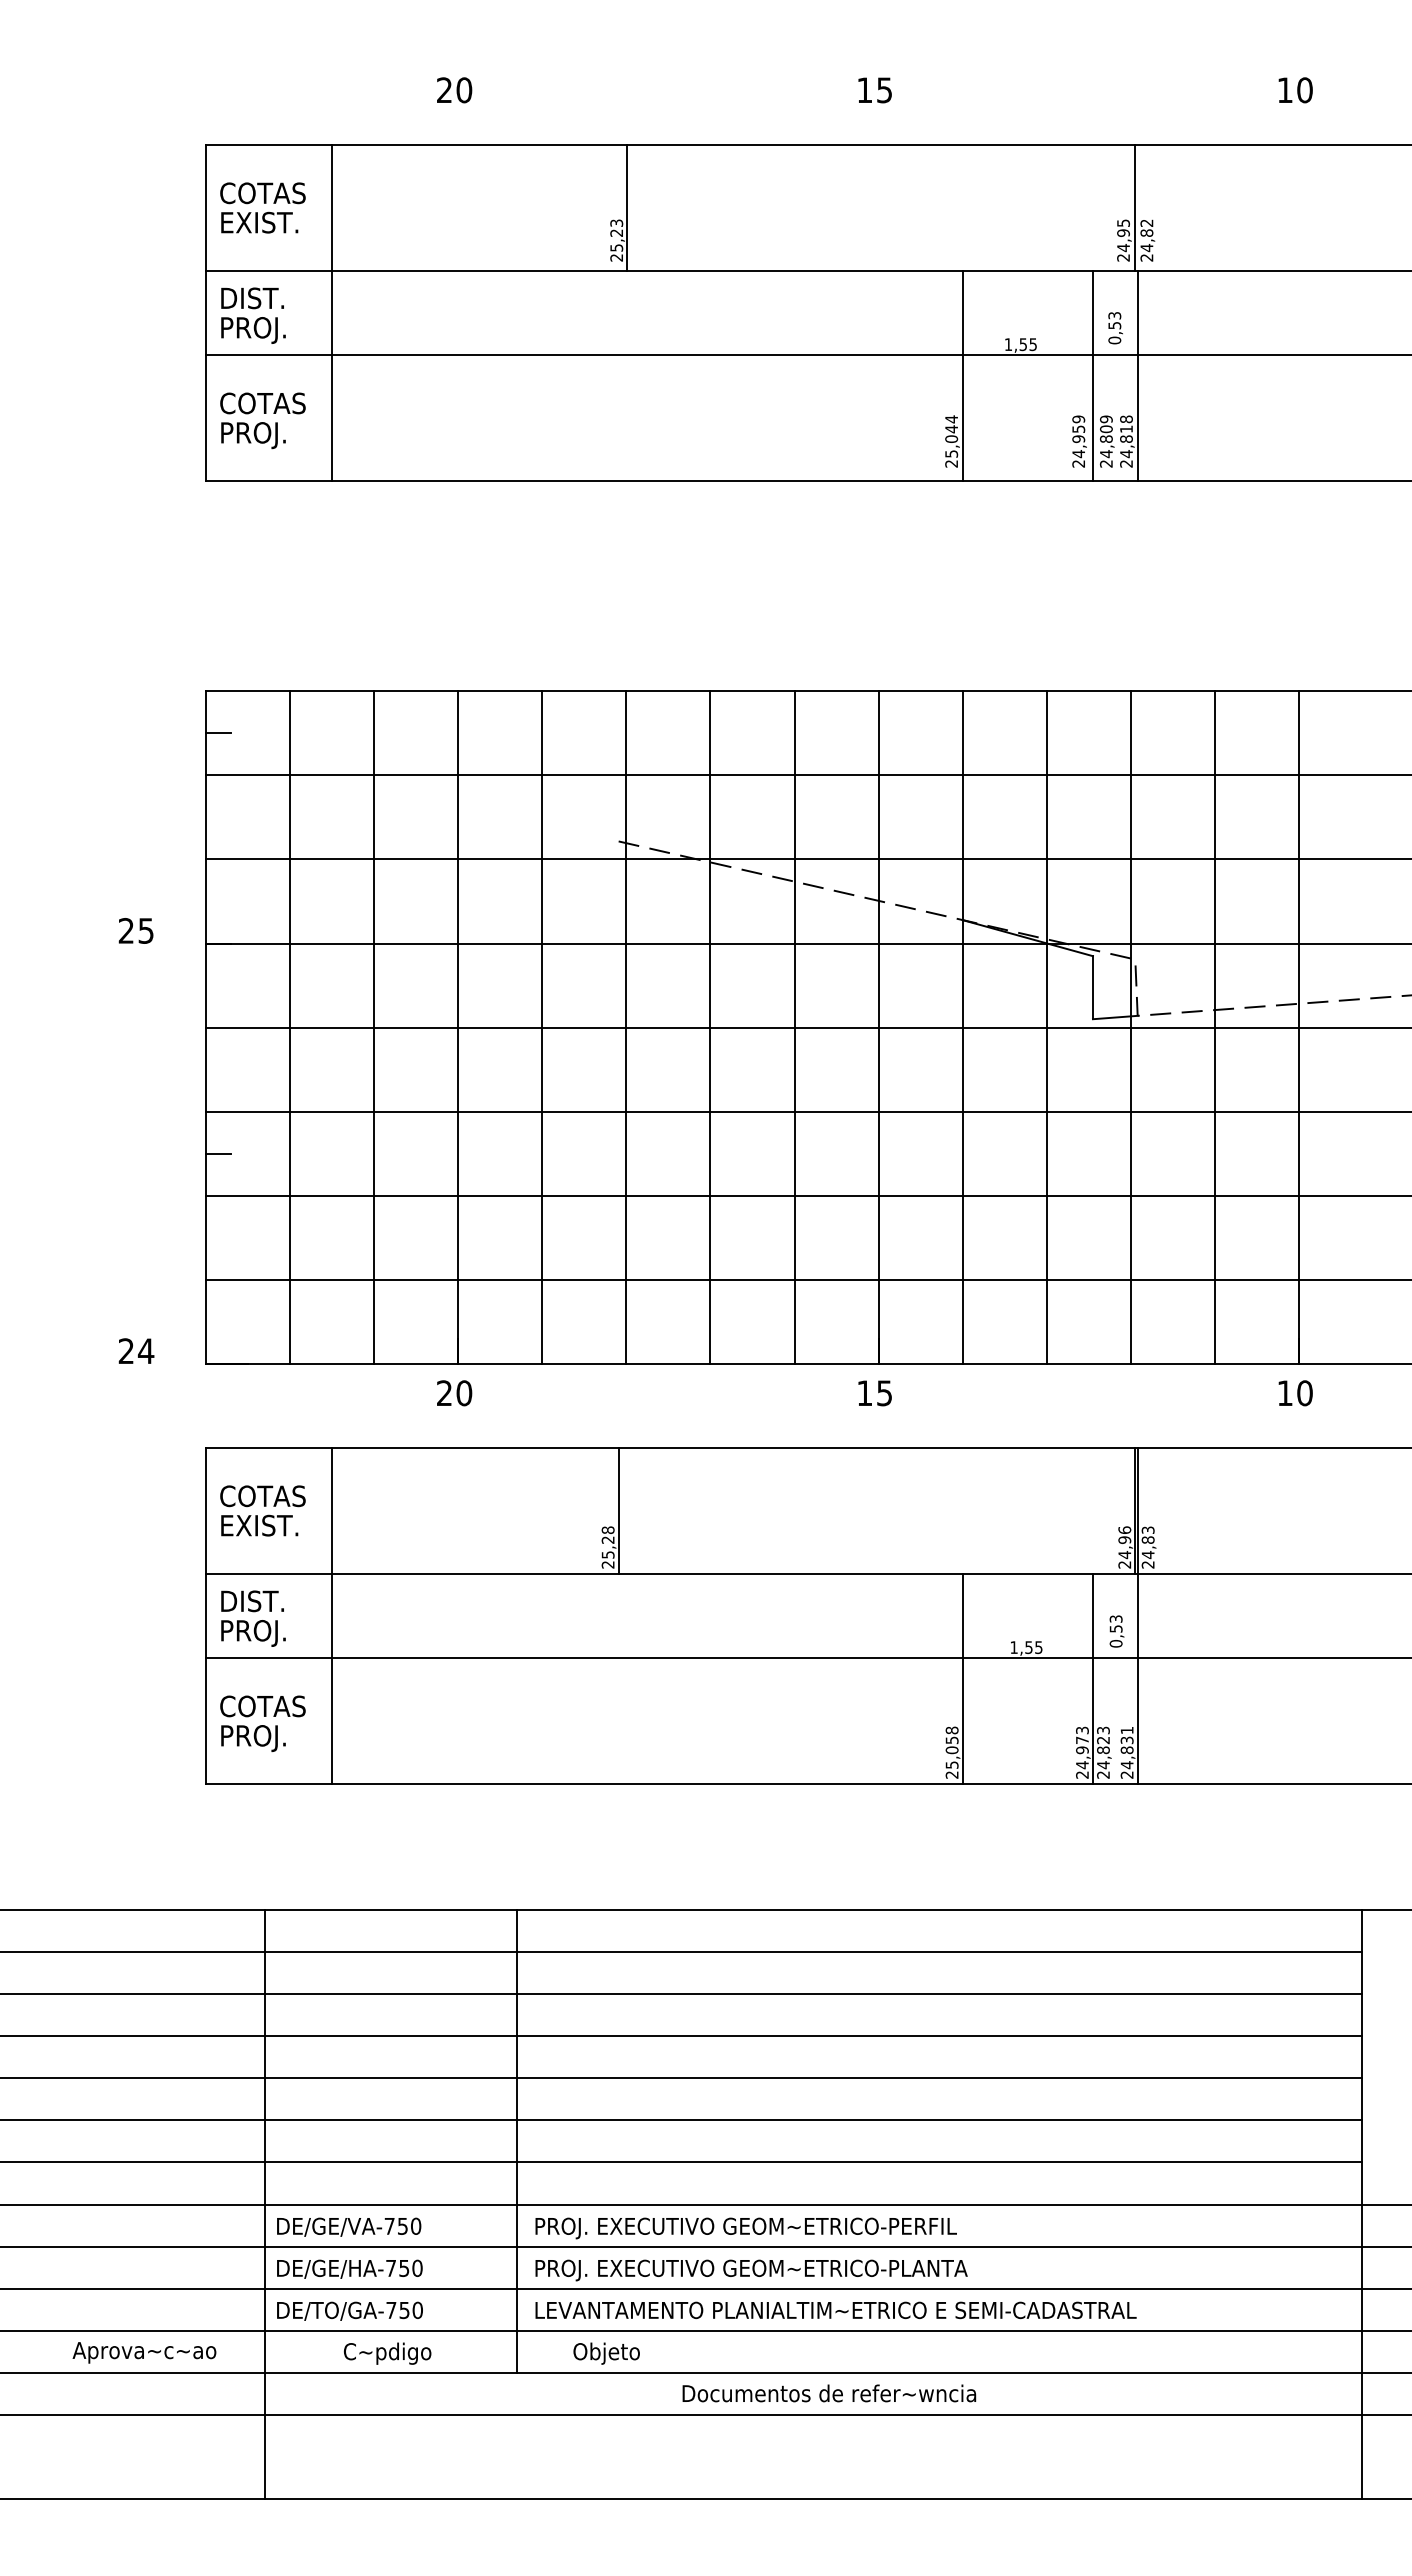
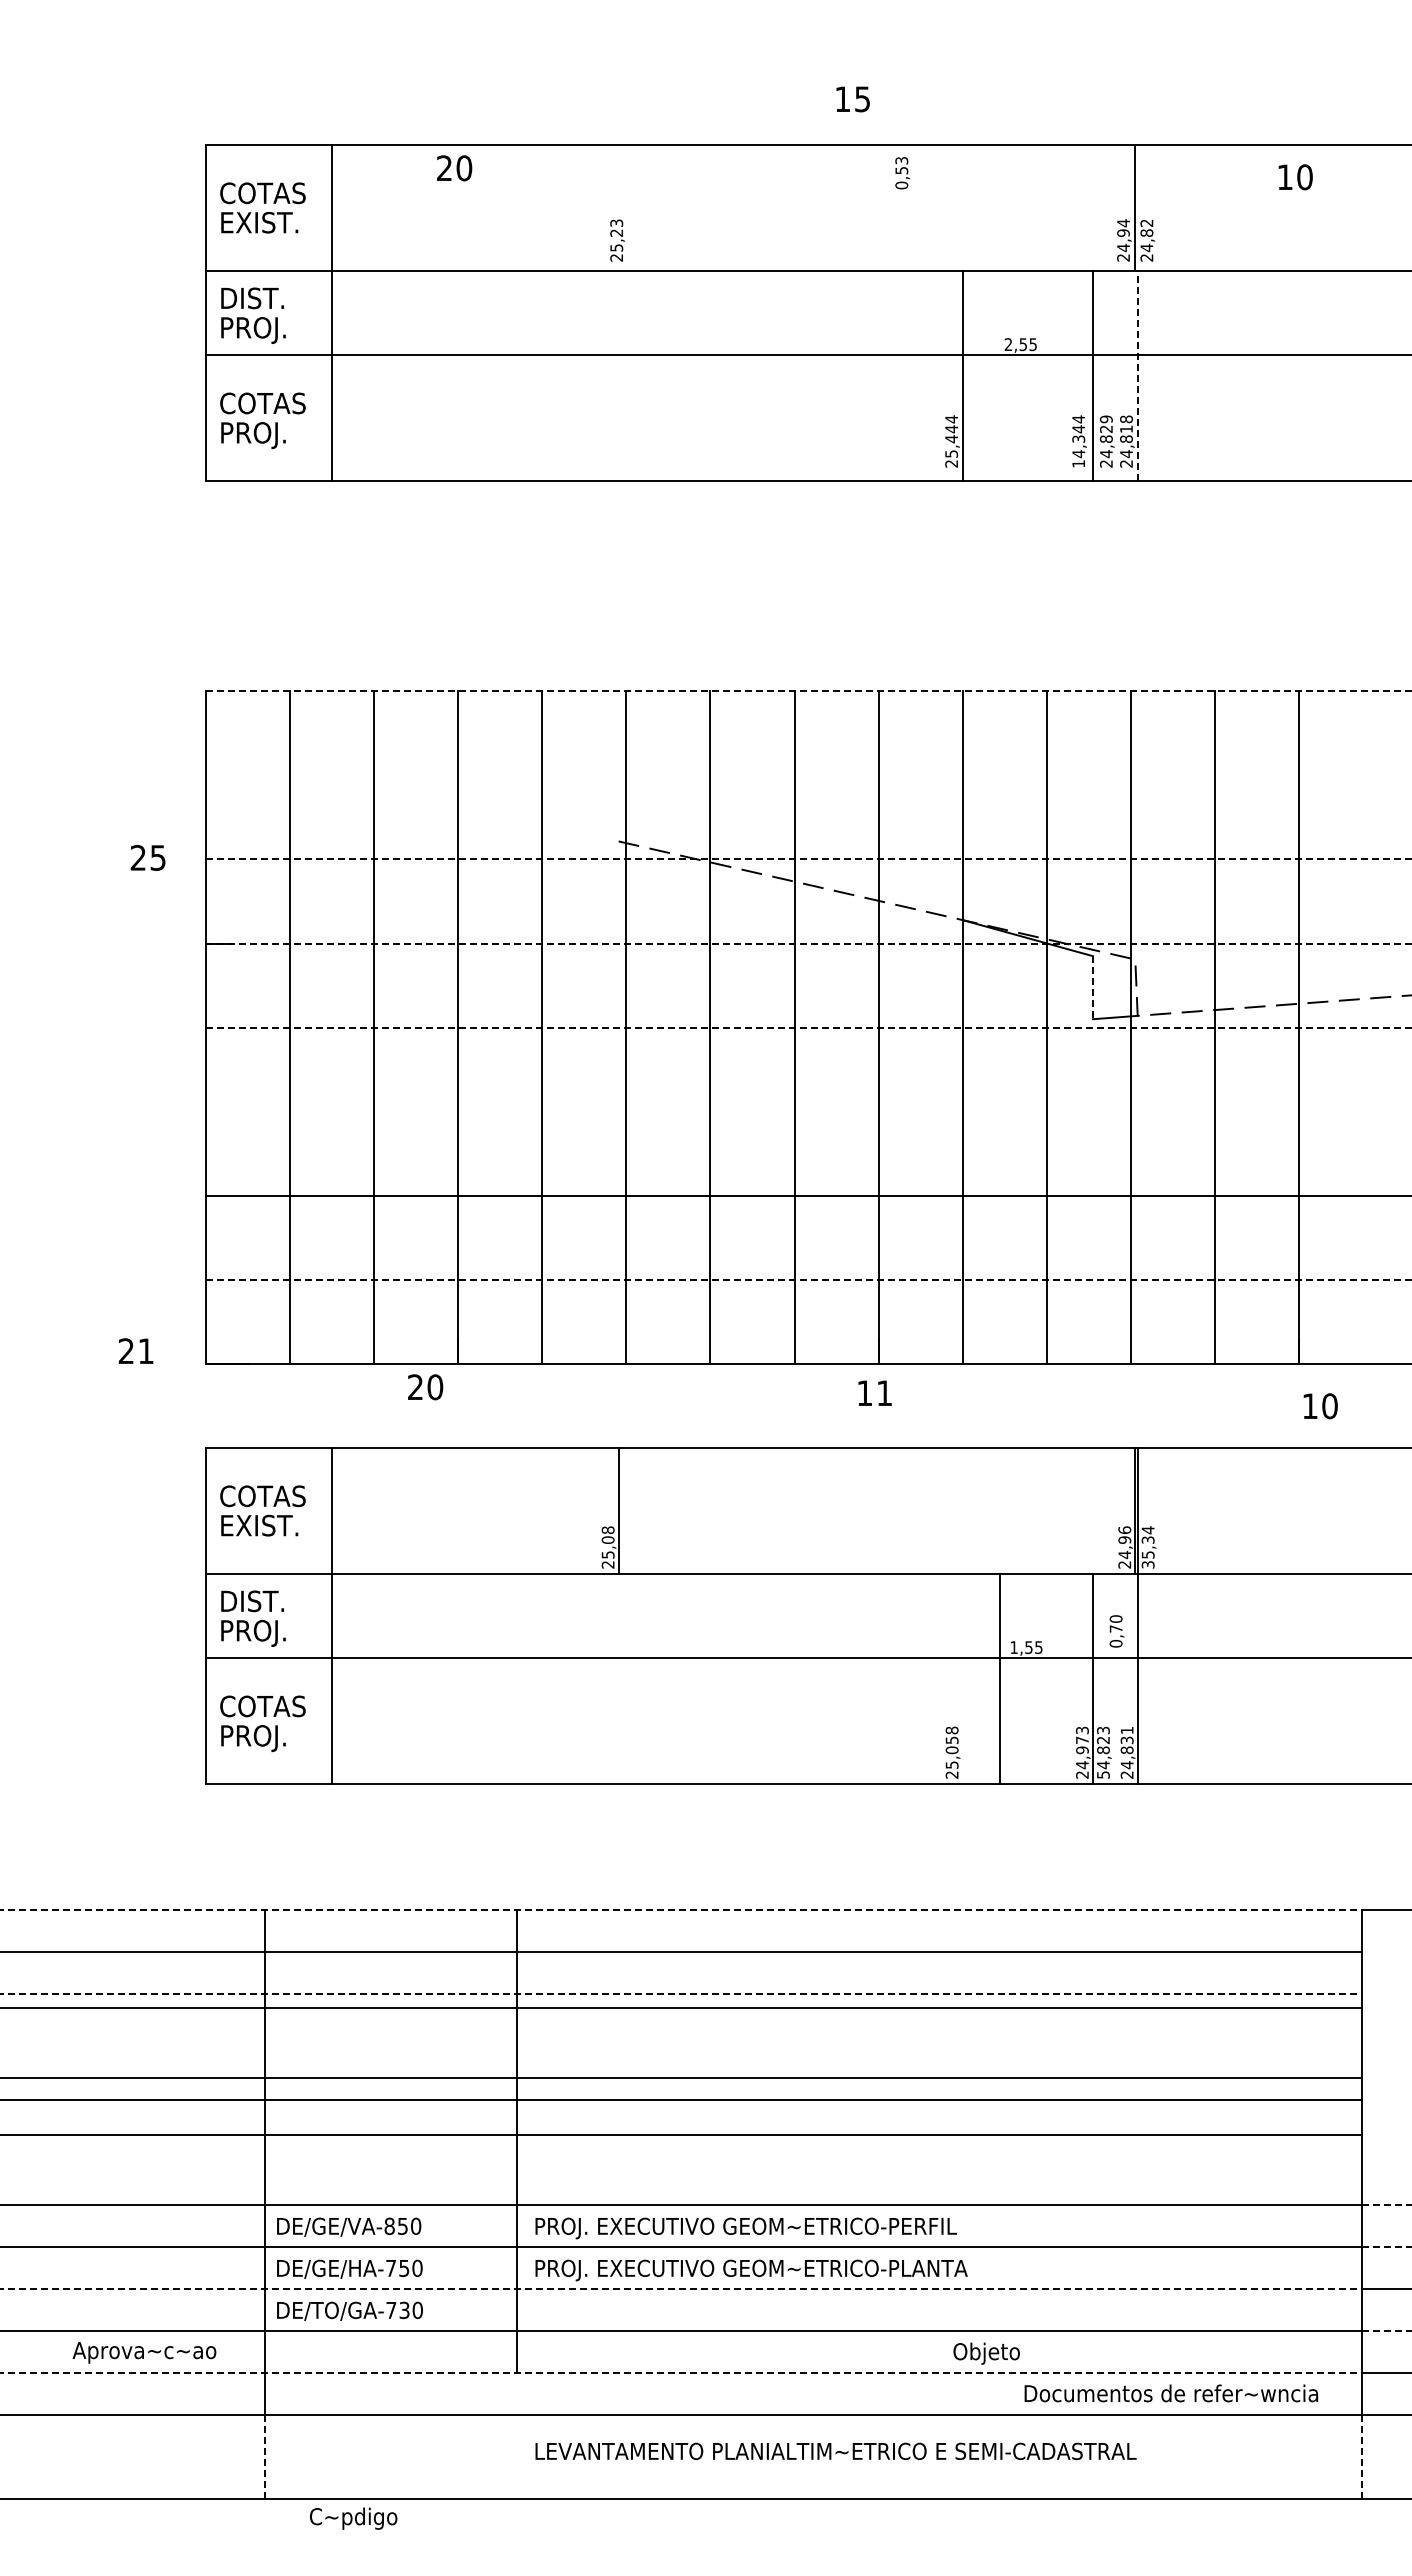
text at (454, 90) position: (454, 90) -> (454, 168)
text at (874, 90) position: (874, 90) -> (852, 99)
text at (1295, 90) position: (1295, 90) -> (1295, 177)
line at (627, 207): present -> none
text at (1123, 223): 24,95 -> 24,94
text at (1115, 328) position: (1115, 328) -> (902, 173)
text at (1007, 344): 1,55 -> 2,55
line at (1137, 375): solid -> dashed
text at (1106, 429): 24,809 -> 24,829
text at (951, 439): 25,044 -> 25,444
text at (1078, 441): 24,959 -> 14,344
line at (809, 691): solid -> dashed
line at (218, 733): present -> none
line at (807, 775): present -> none
line at (809, 859): solid -> dashed
text at (135, 930) position: (135, 930) -> (147, 857)
line at (809, 943): solid -> dashed
line at (1092, 987): solid -> dashed
line at (809, 1027): solid -> dashed
line at (807, 1111): present -> none
line at (218, 1153): present -> none
line at (809, 1279): solid -> dashed
text at (145, 1350): 24 -> 21
text at (454, 1393) position: (454, 1393) -> (425, 1387)
text at (884, 1393): 15 -> 11
text at (1295, 1393) position: (1295, 1393) -> (1320, 1406)
text at (607, 1539): 25,28 -> 25,08
text at (1147, 1547): 24,83 -> 35,34
text at (1115, 1623): 0,53 -> 0,70
line at (962, 1679) position: (962, 1679) -> (999, 1679)
text at (1103, 1774): 24,823 -> 54,823
line at (681, 1910): solid -> dashed
line at (681, 1994): solid -> dashed
line at (681, 2036) position: (681, 2036) -> (681, 2008)
line at (681, 2120) position: (681, 2120) -> (681, 2100)
line at (681, 2162) position: (681, 2162) -> (681, 2135)
line at (1386, 2204): solid -> dashed
text at (389, 2225): DE/GE/VA-750 -> DE/GE/VA-850
line at (1386, 2246): solid -> dashed
line at (681, 2288): solid -> dashed
text at (404, 2309): DE/TO/GA-750 -> DE/TO/GA-730
text at (835, 2310) position: (835, 2310) -> (835, 2451)
line at (1386, 2330): solid -> dashed
text at (387, 2353) position: (387, 2353) -> (353, 2518)
text at (606, 2353) position: (606, 2353) -> (986, 2353)
line at (681, 2372): solid -> dashed
text at (829, 2393) position: (829, 2393) -> (1171, 2393)
line at (264, 2457): solid -> dashed
line at (1361, 2457): solid -> dashed
